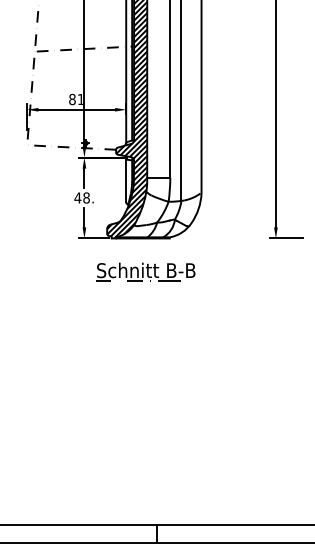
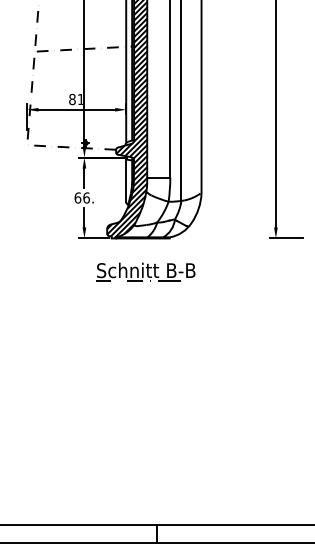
text at (81, 197): 48. -> 66.
